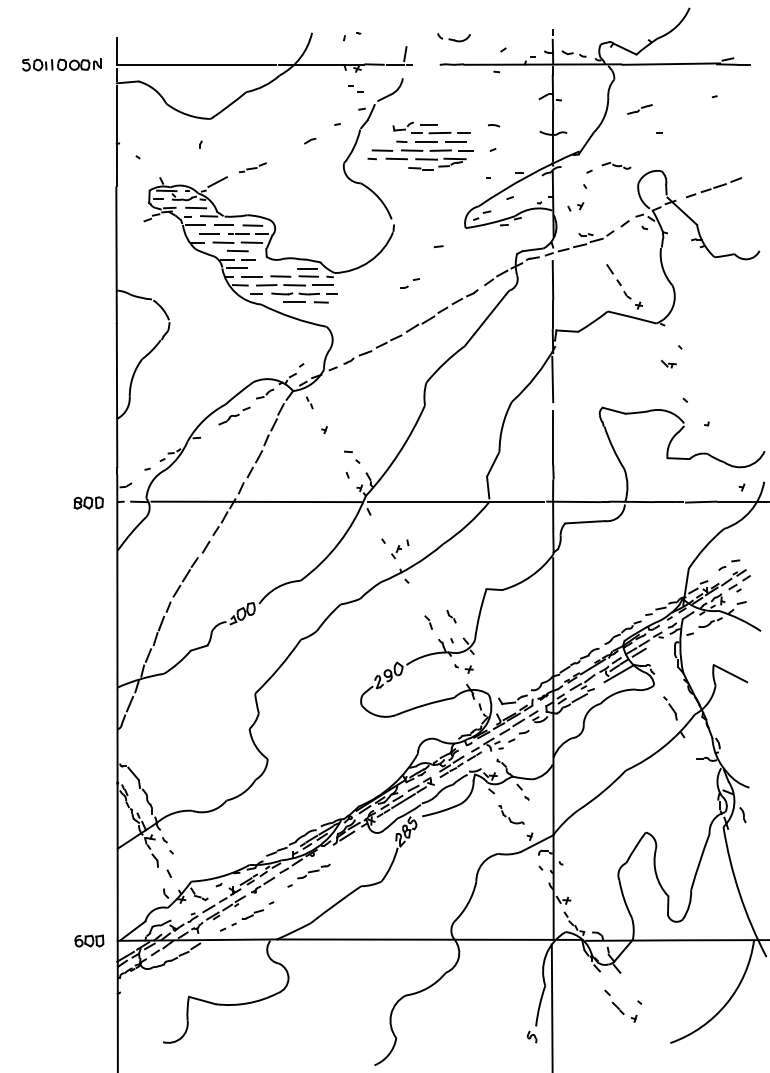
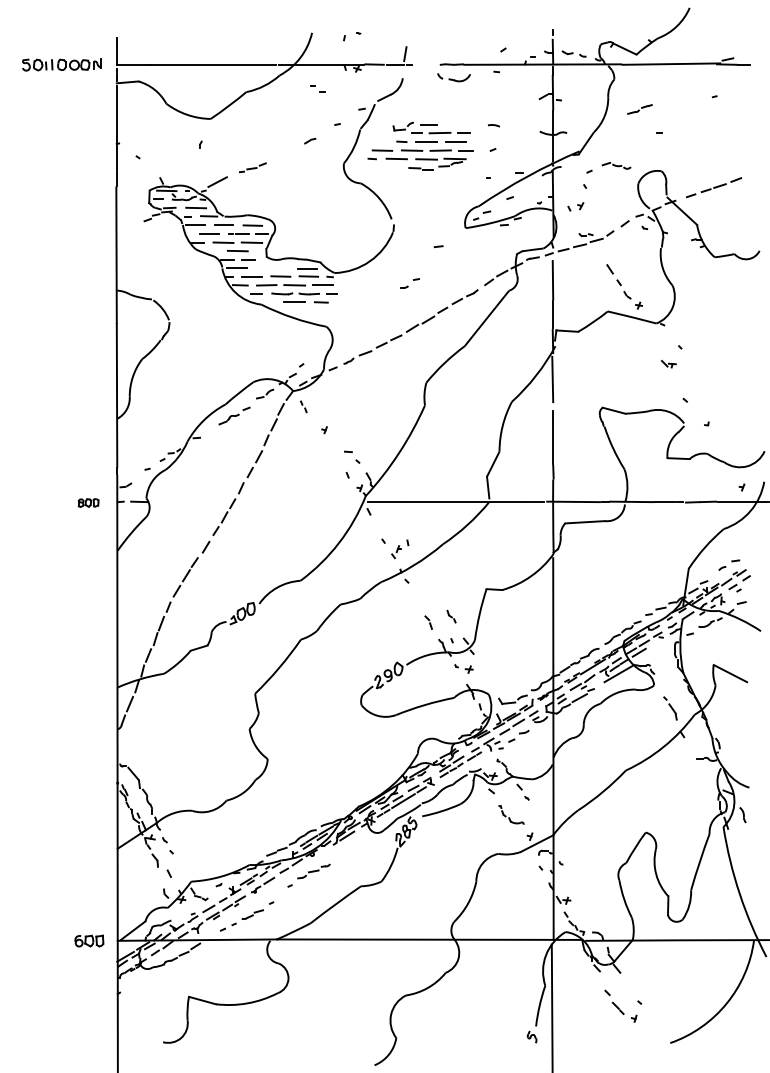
part at (453, 37) position: (453, 37) -> (453, 77)
part at (355, 88) position: (355, 88) -> (317, 88)
part at (309, 402) position: (309, 402) -> (303, 406)
line at (257, 501): present -> none
part at (88, 502) size: 31x14 px -> 23x10 px
